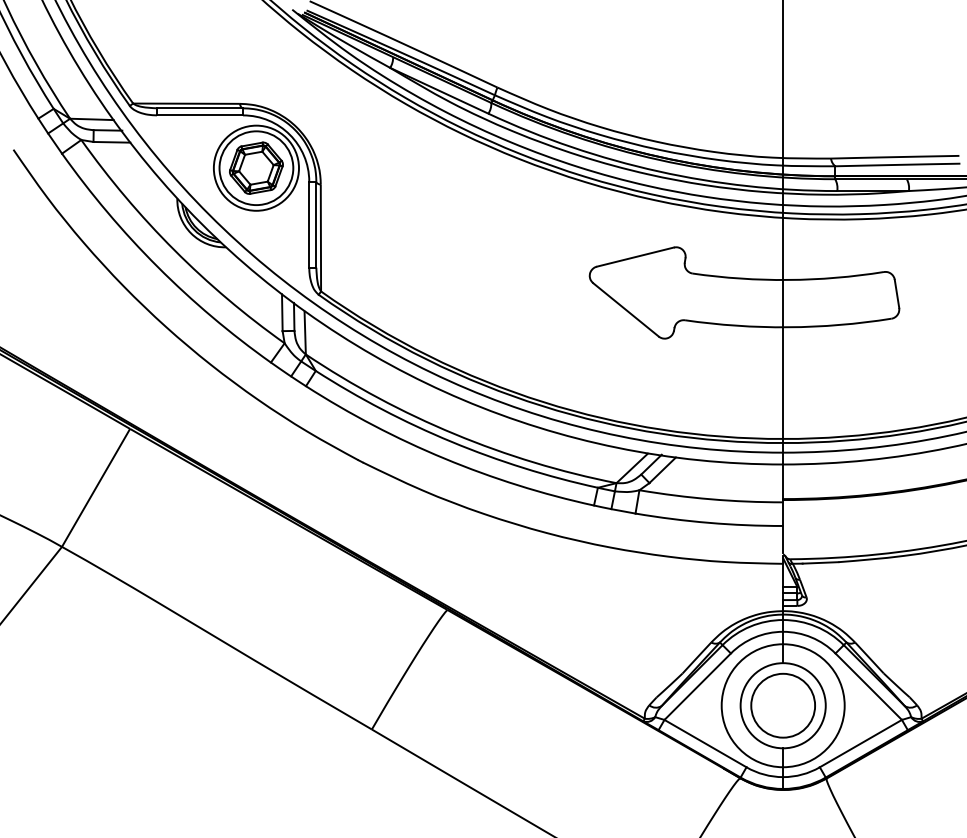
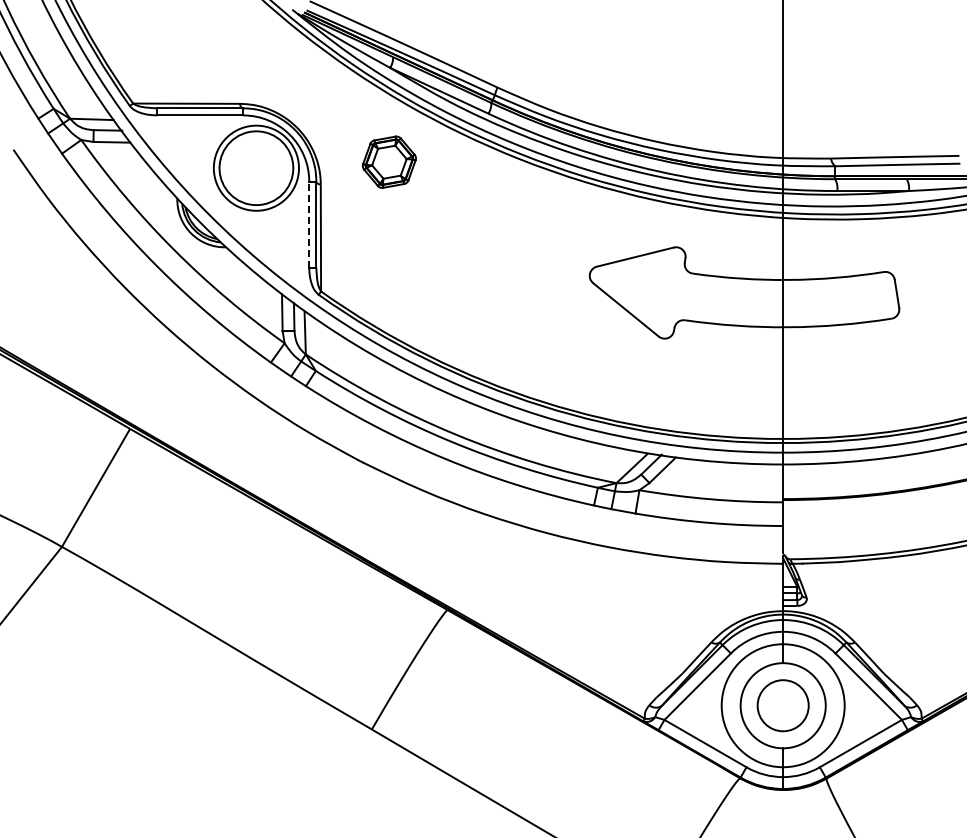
part at (256, 167) position: (256, 167) -> (389, 161)
line at (309, 224): solid -> dashed
circle at (783, 705) diameter: 64 px -> 51 px
